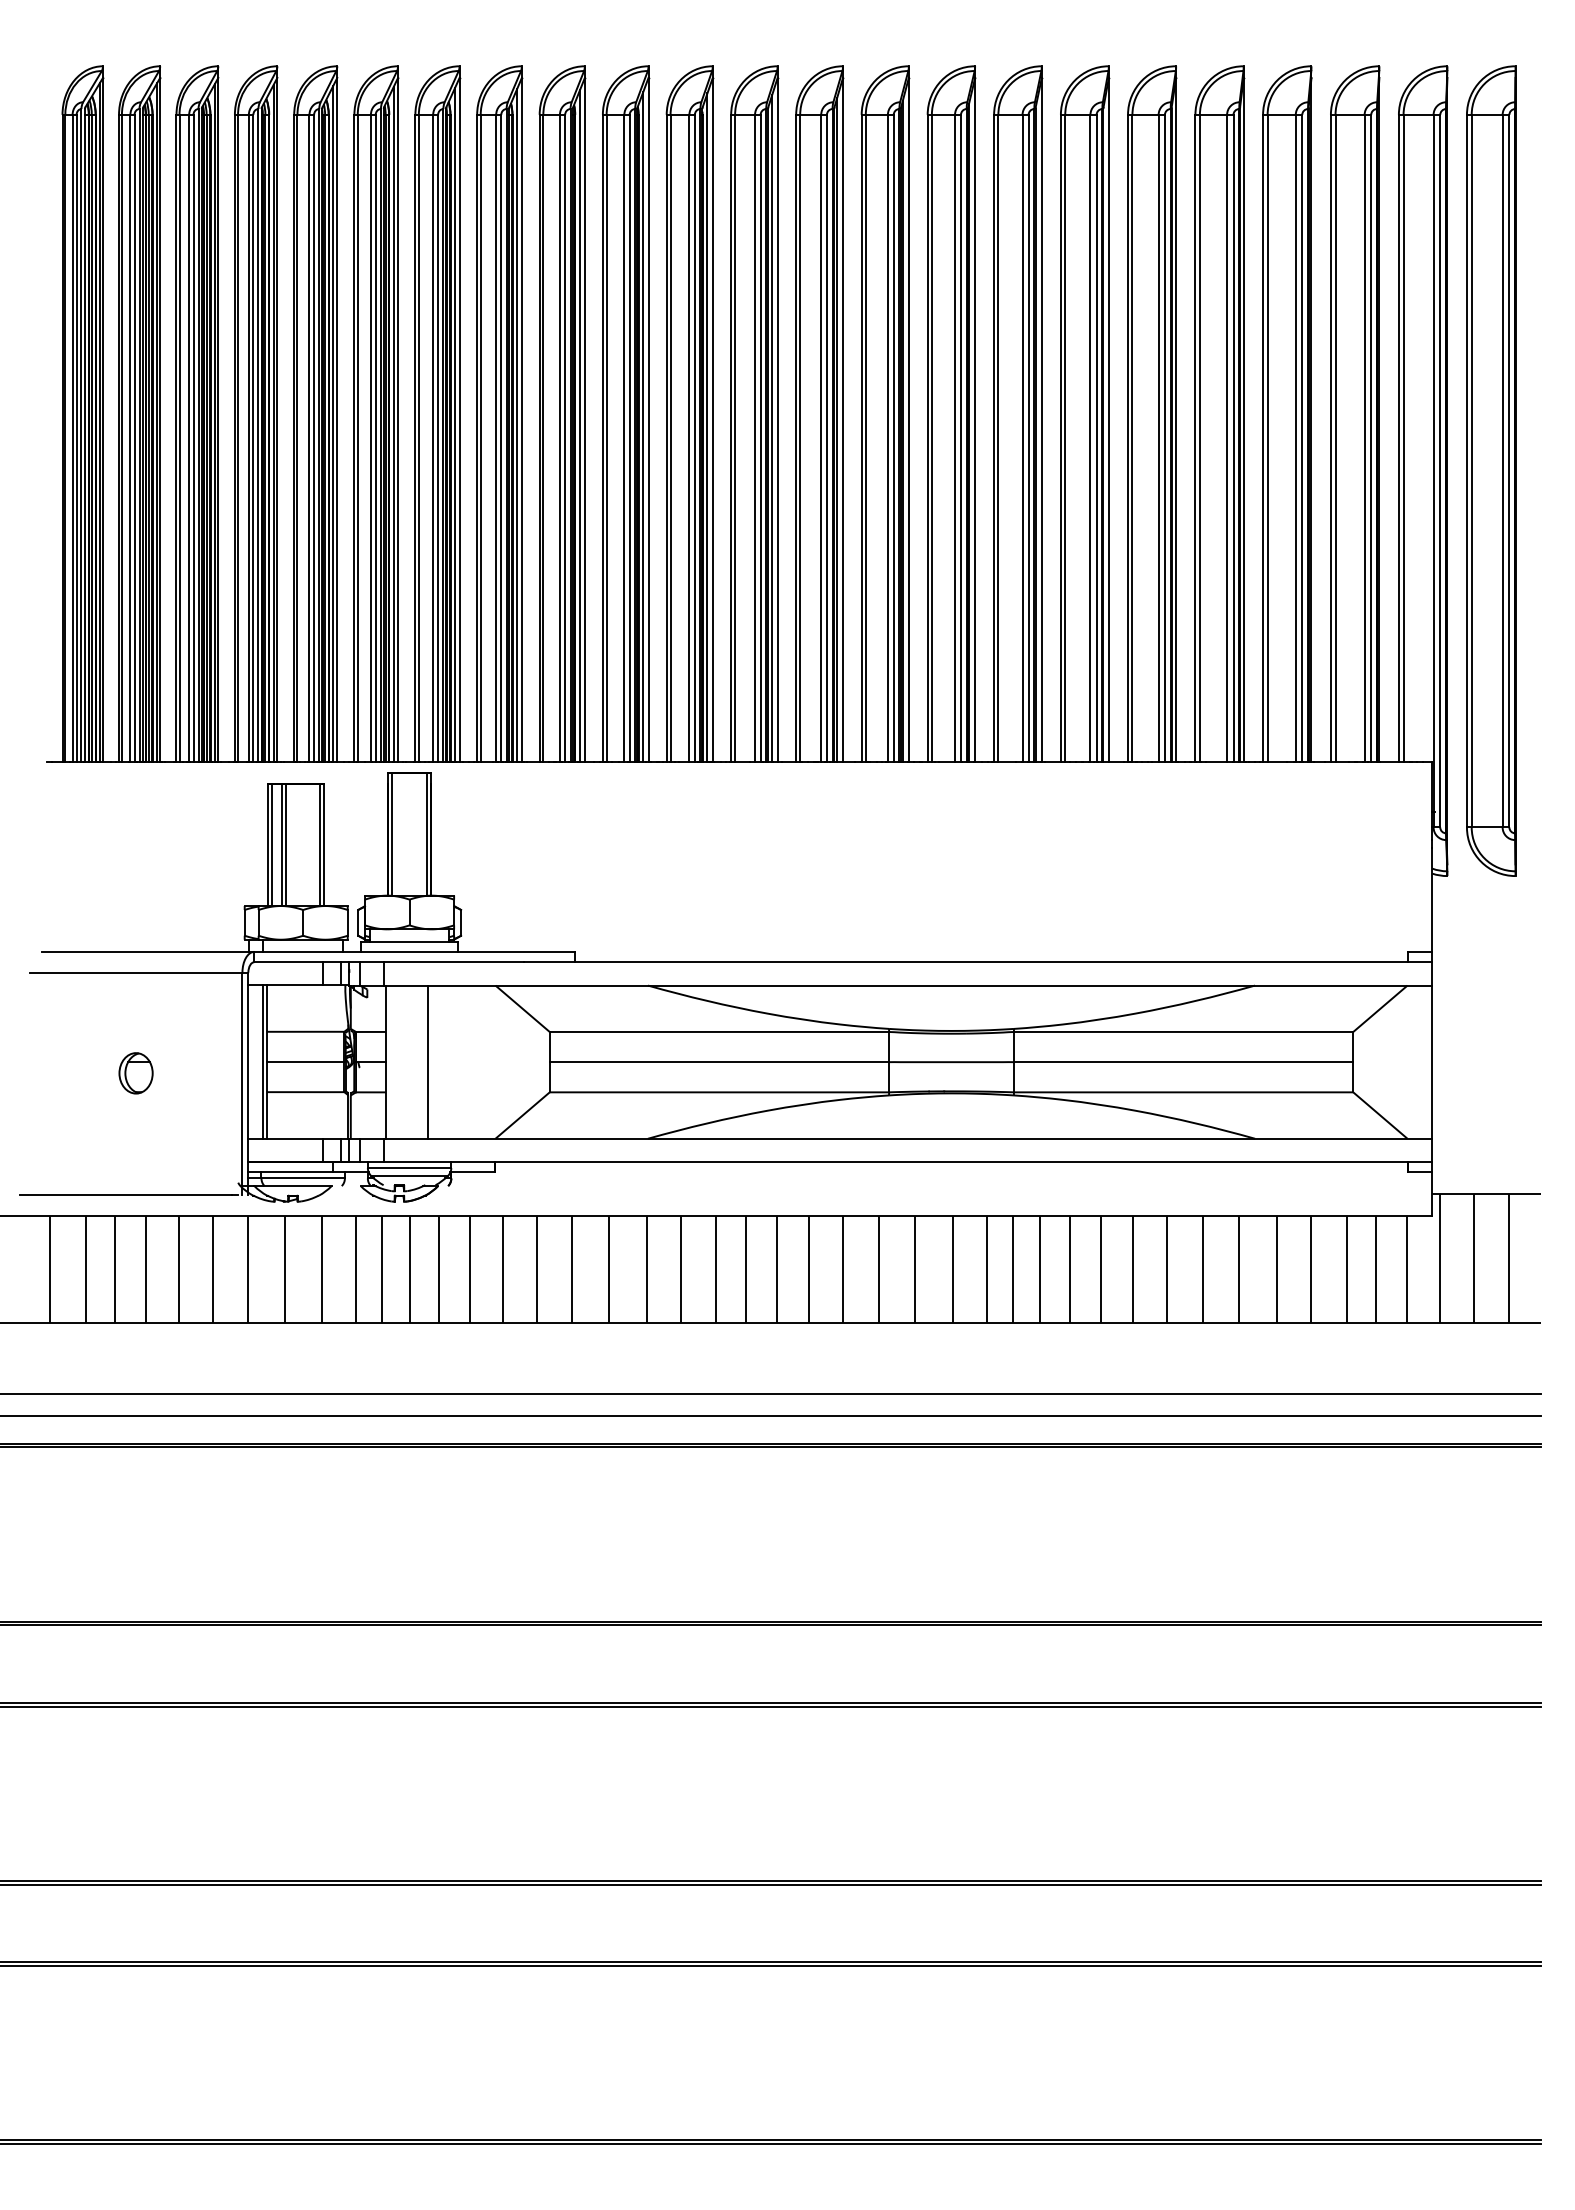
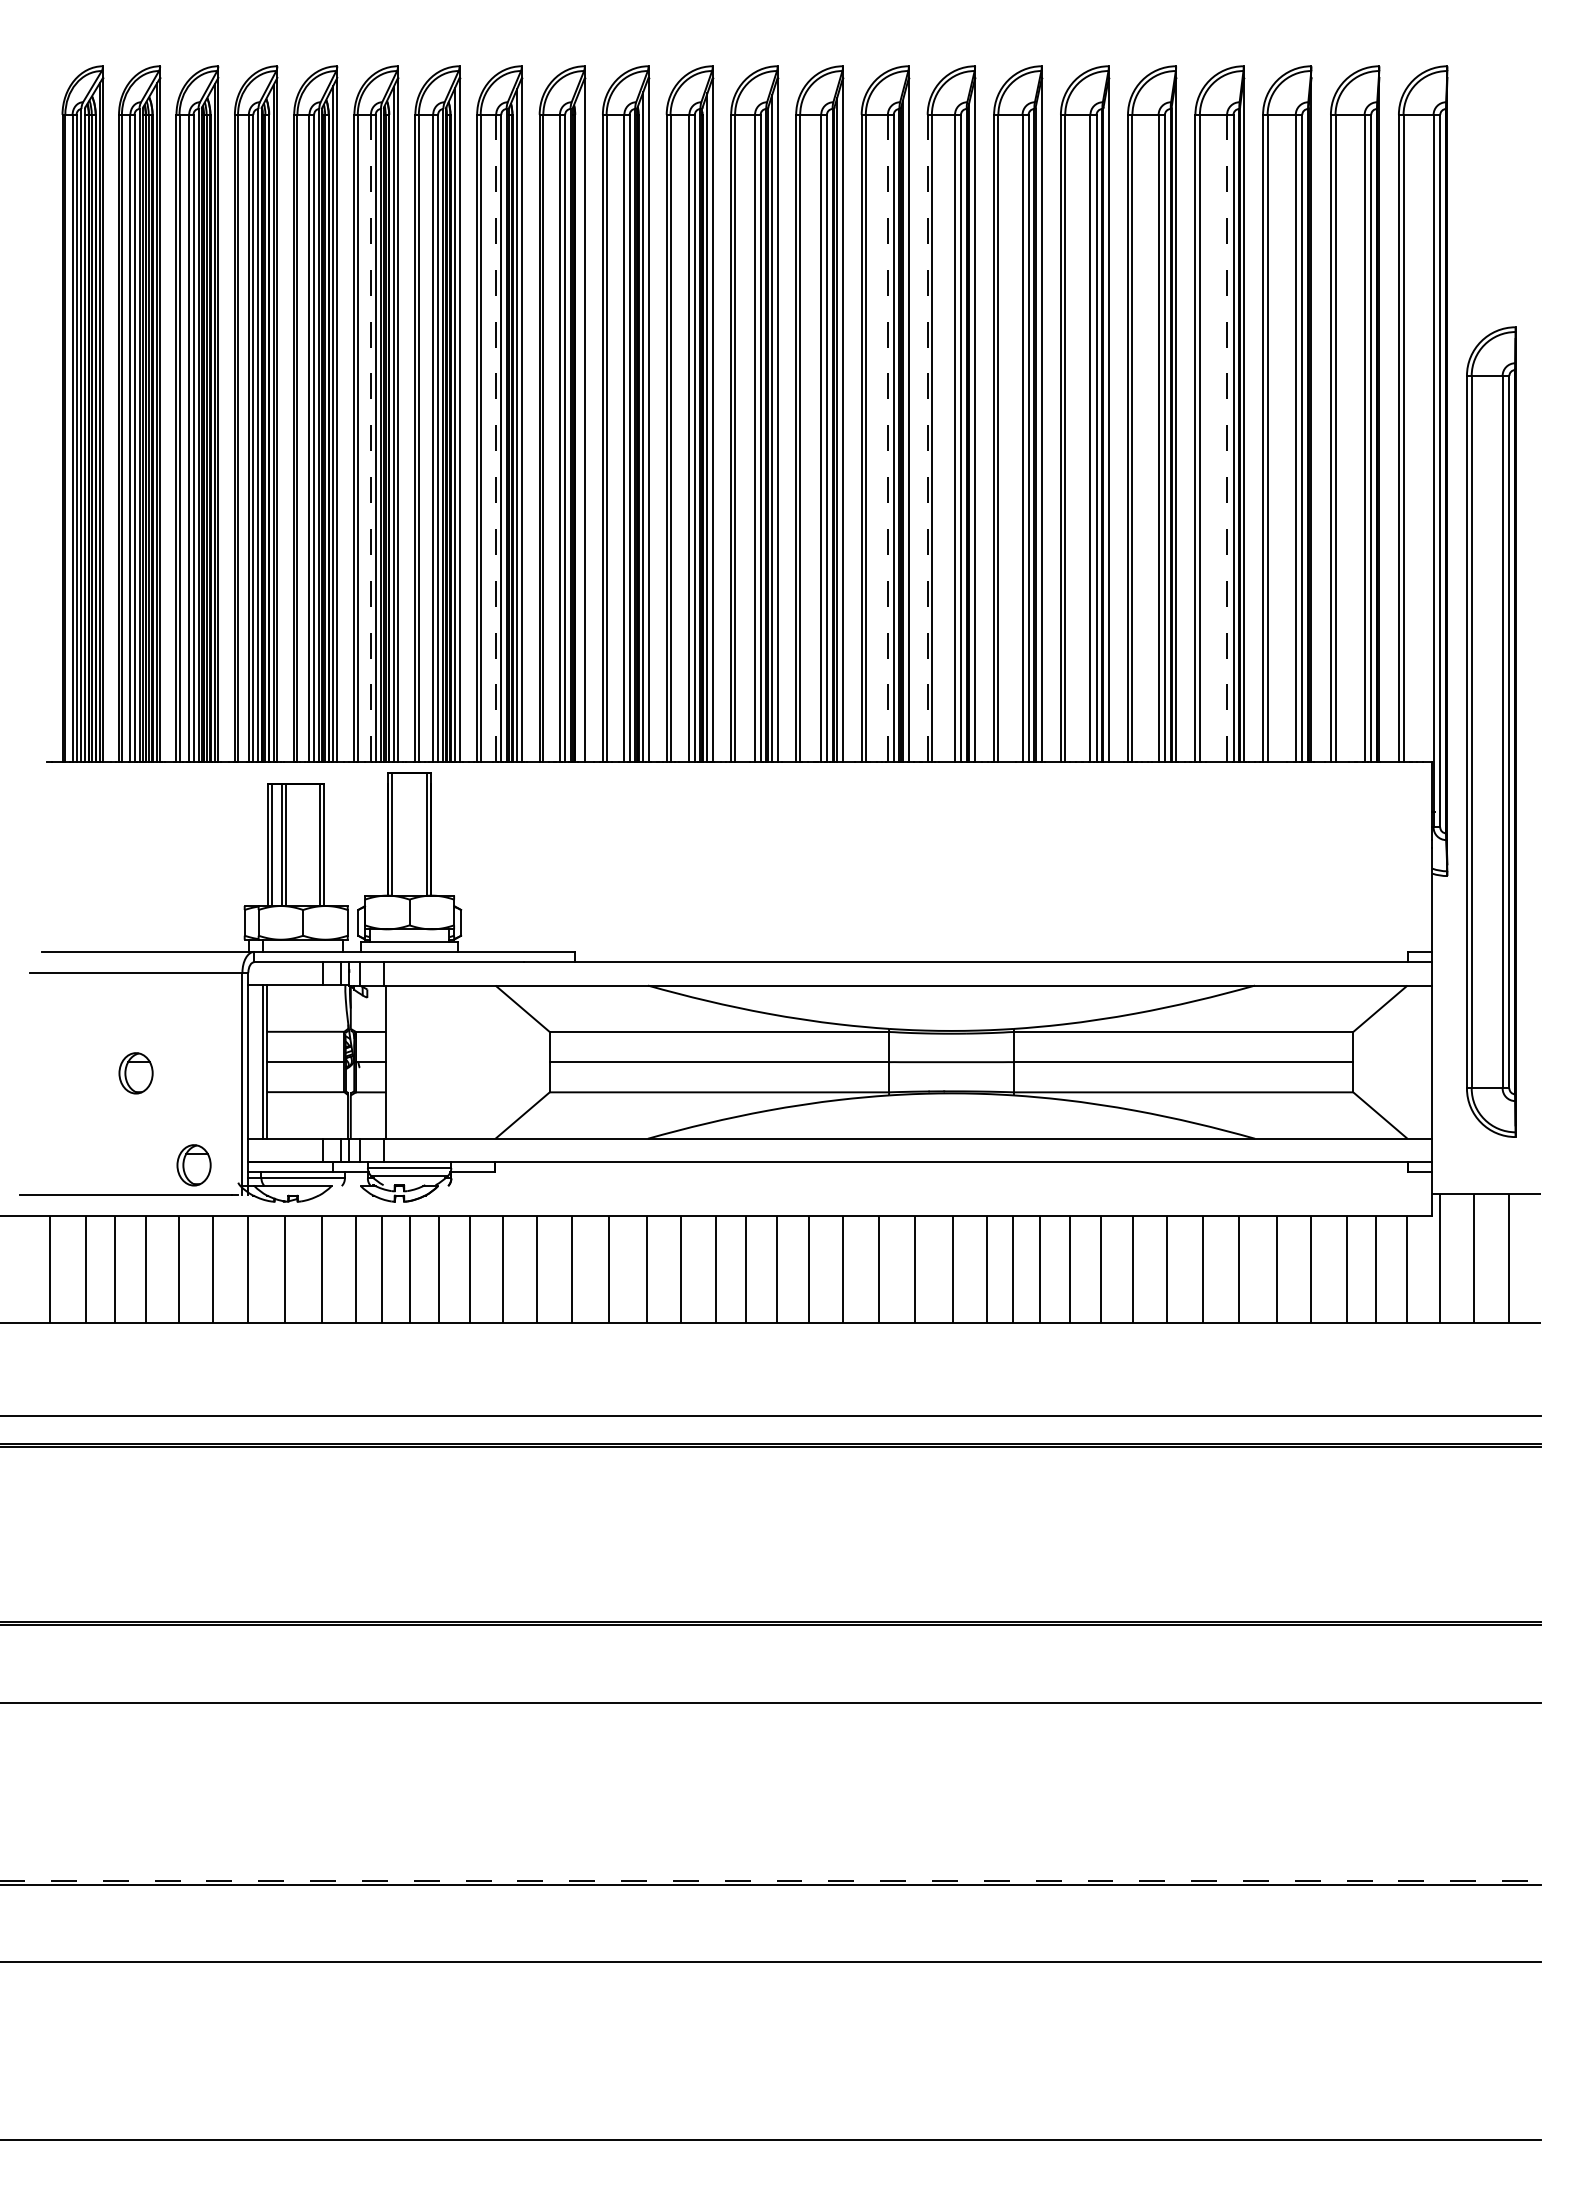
line at (580, 426): present -> none
line at (370, 438): solid -> dashed
line at (496, 438): solid -> dashed
line at (887, 438): solid -> dashed
line at (927, 438): solid -> dashed
line at (1227, 438): solid -> dashed
part at (1491, 470) position: (1491, 470) -> (1491, 731)
line at (427, 1061): present -> none
part at (193, 1165): none -> present
line at (771, 1394): present -> none
line at (771, 1706): present -> none
line at (771, 1880): solid -> dashed
line at (771, 1965): present -> none
line at (771, 2143): present -> none
